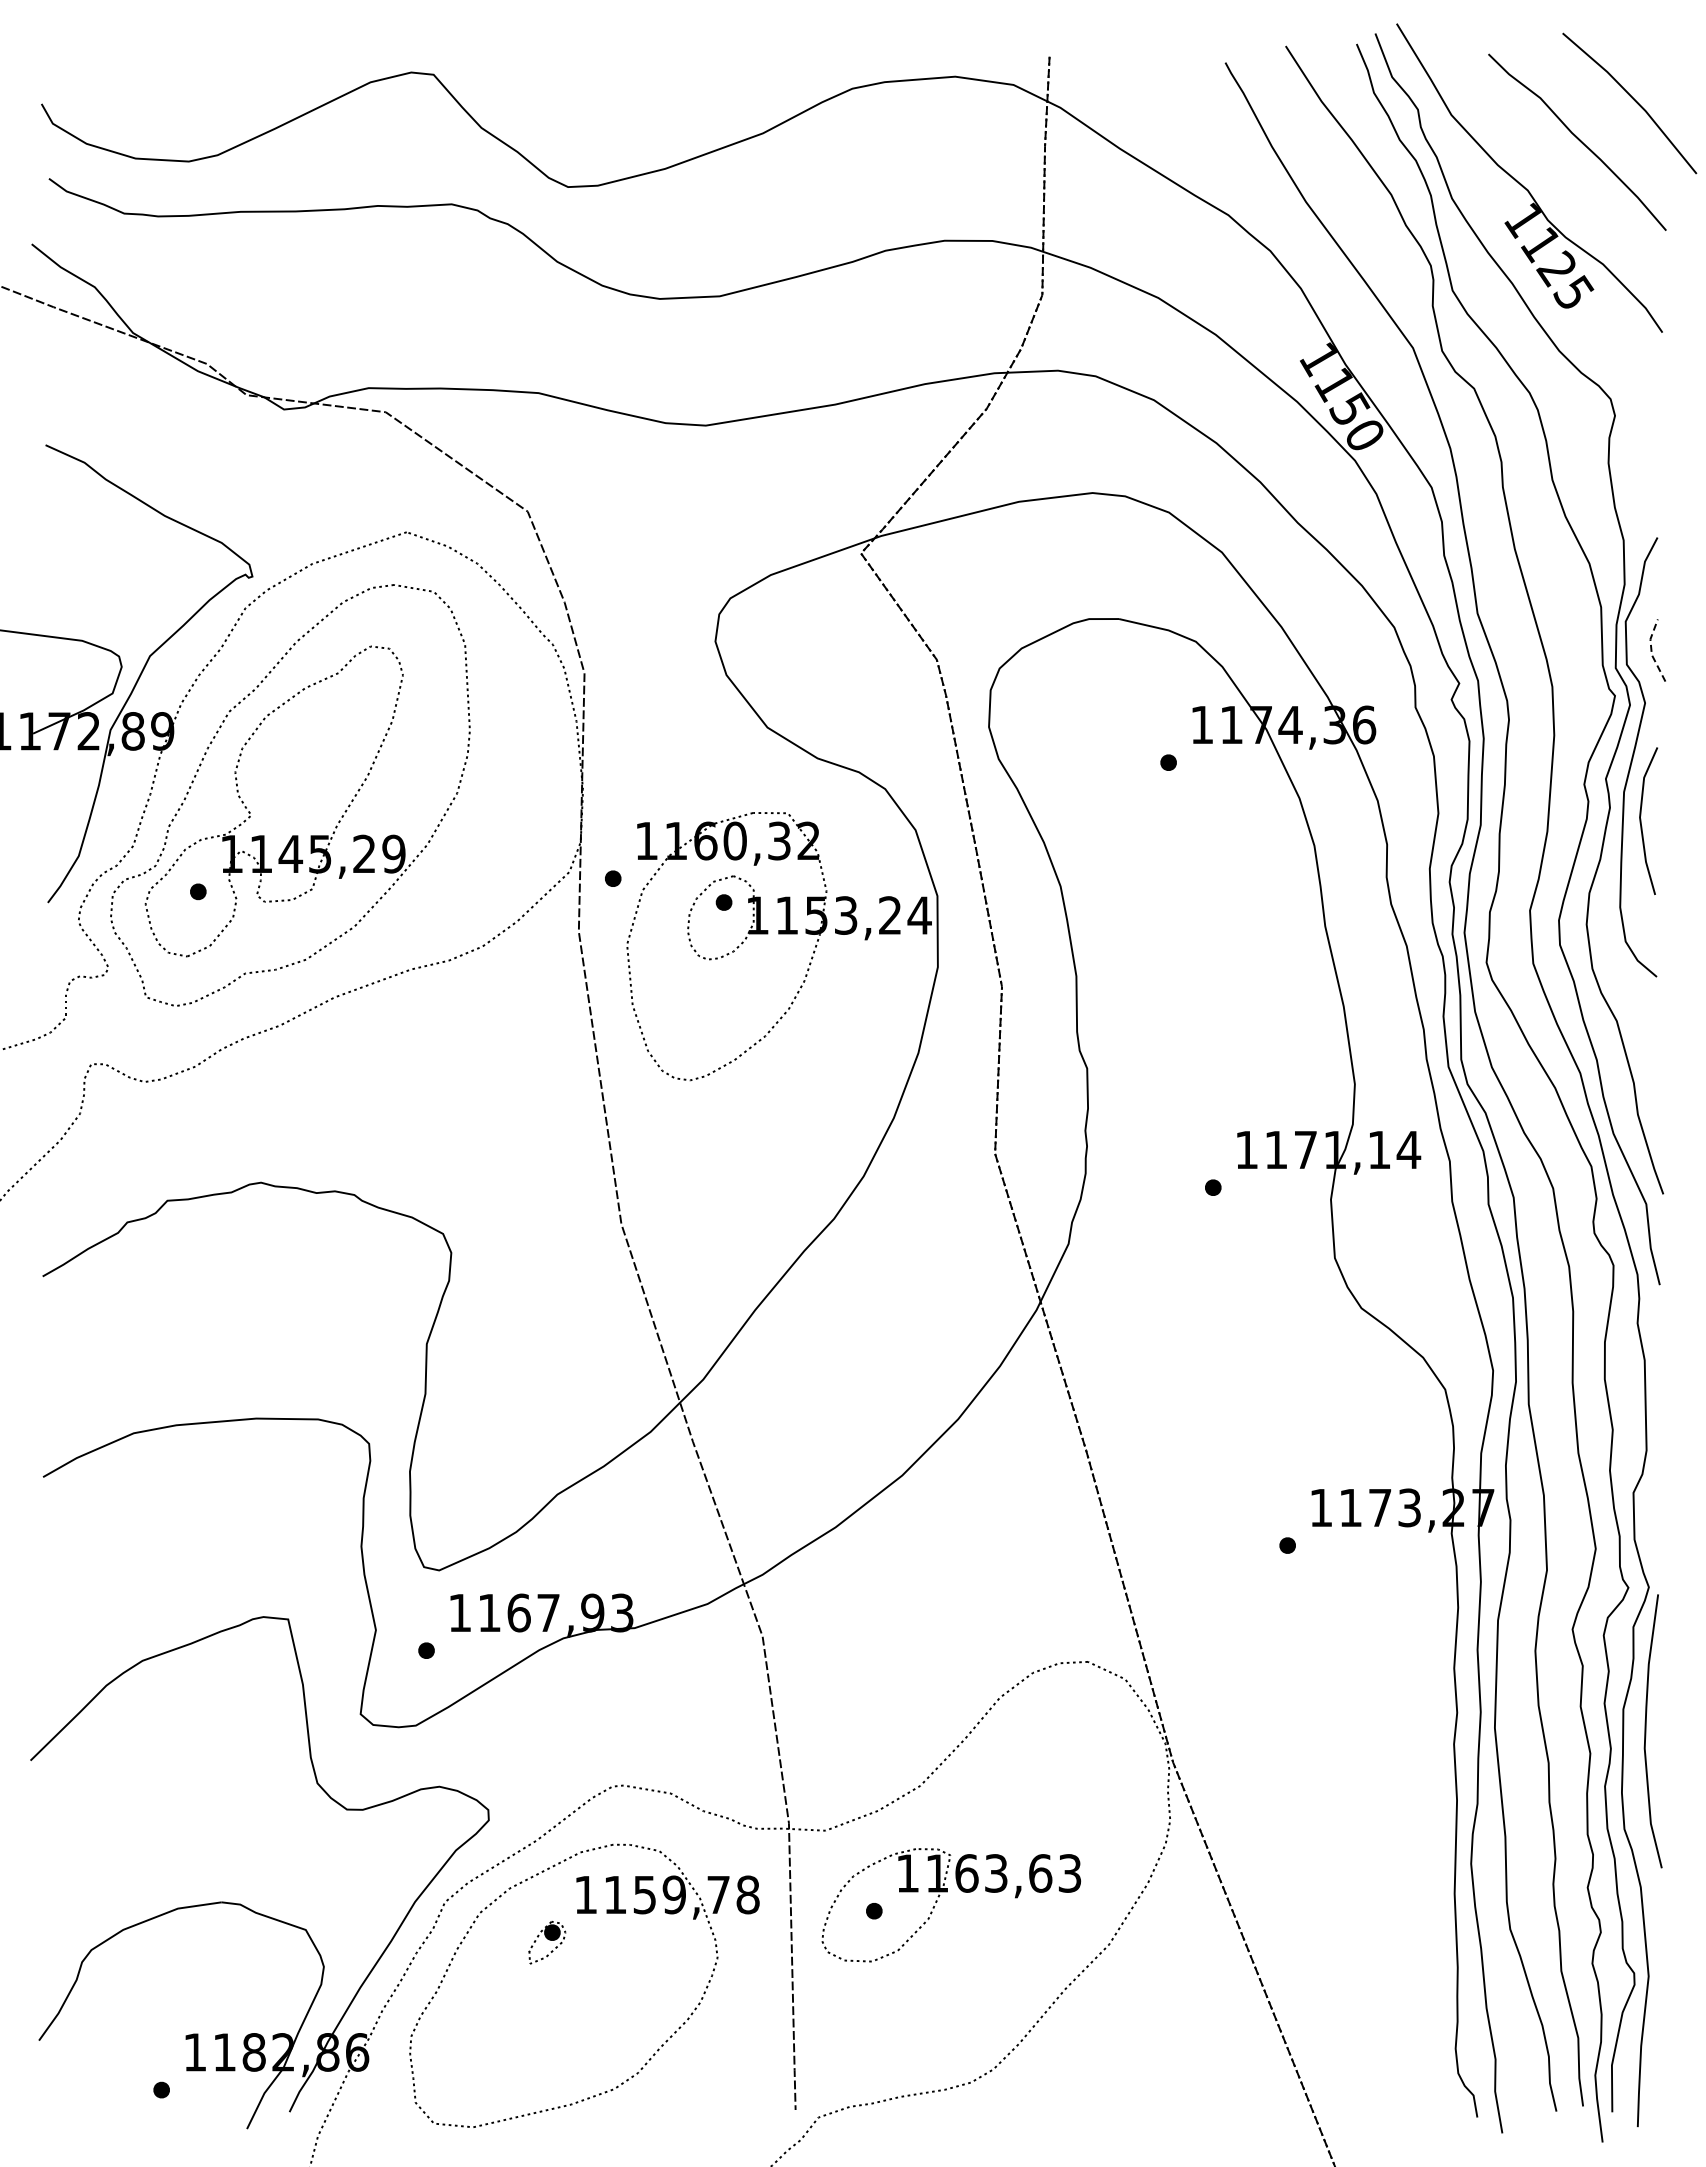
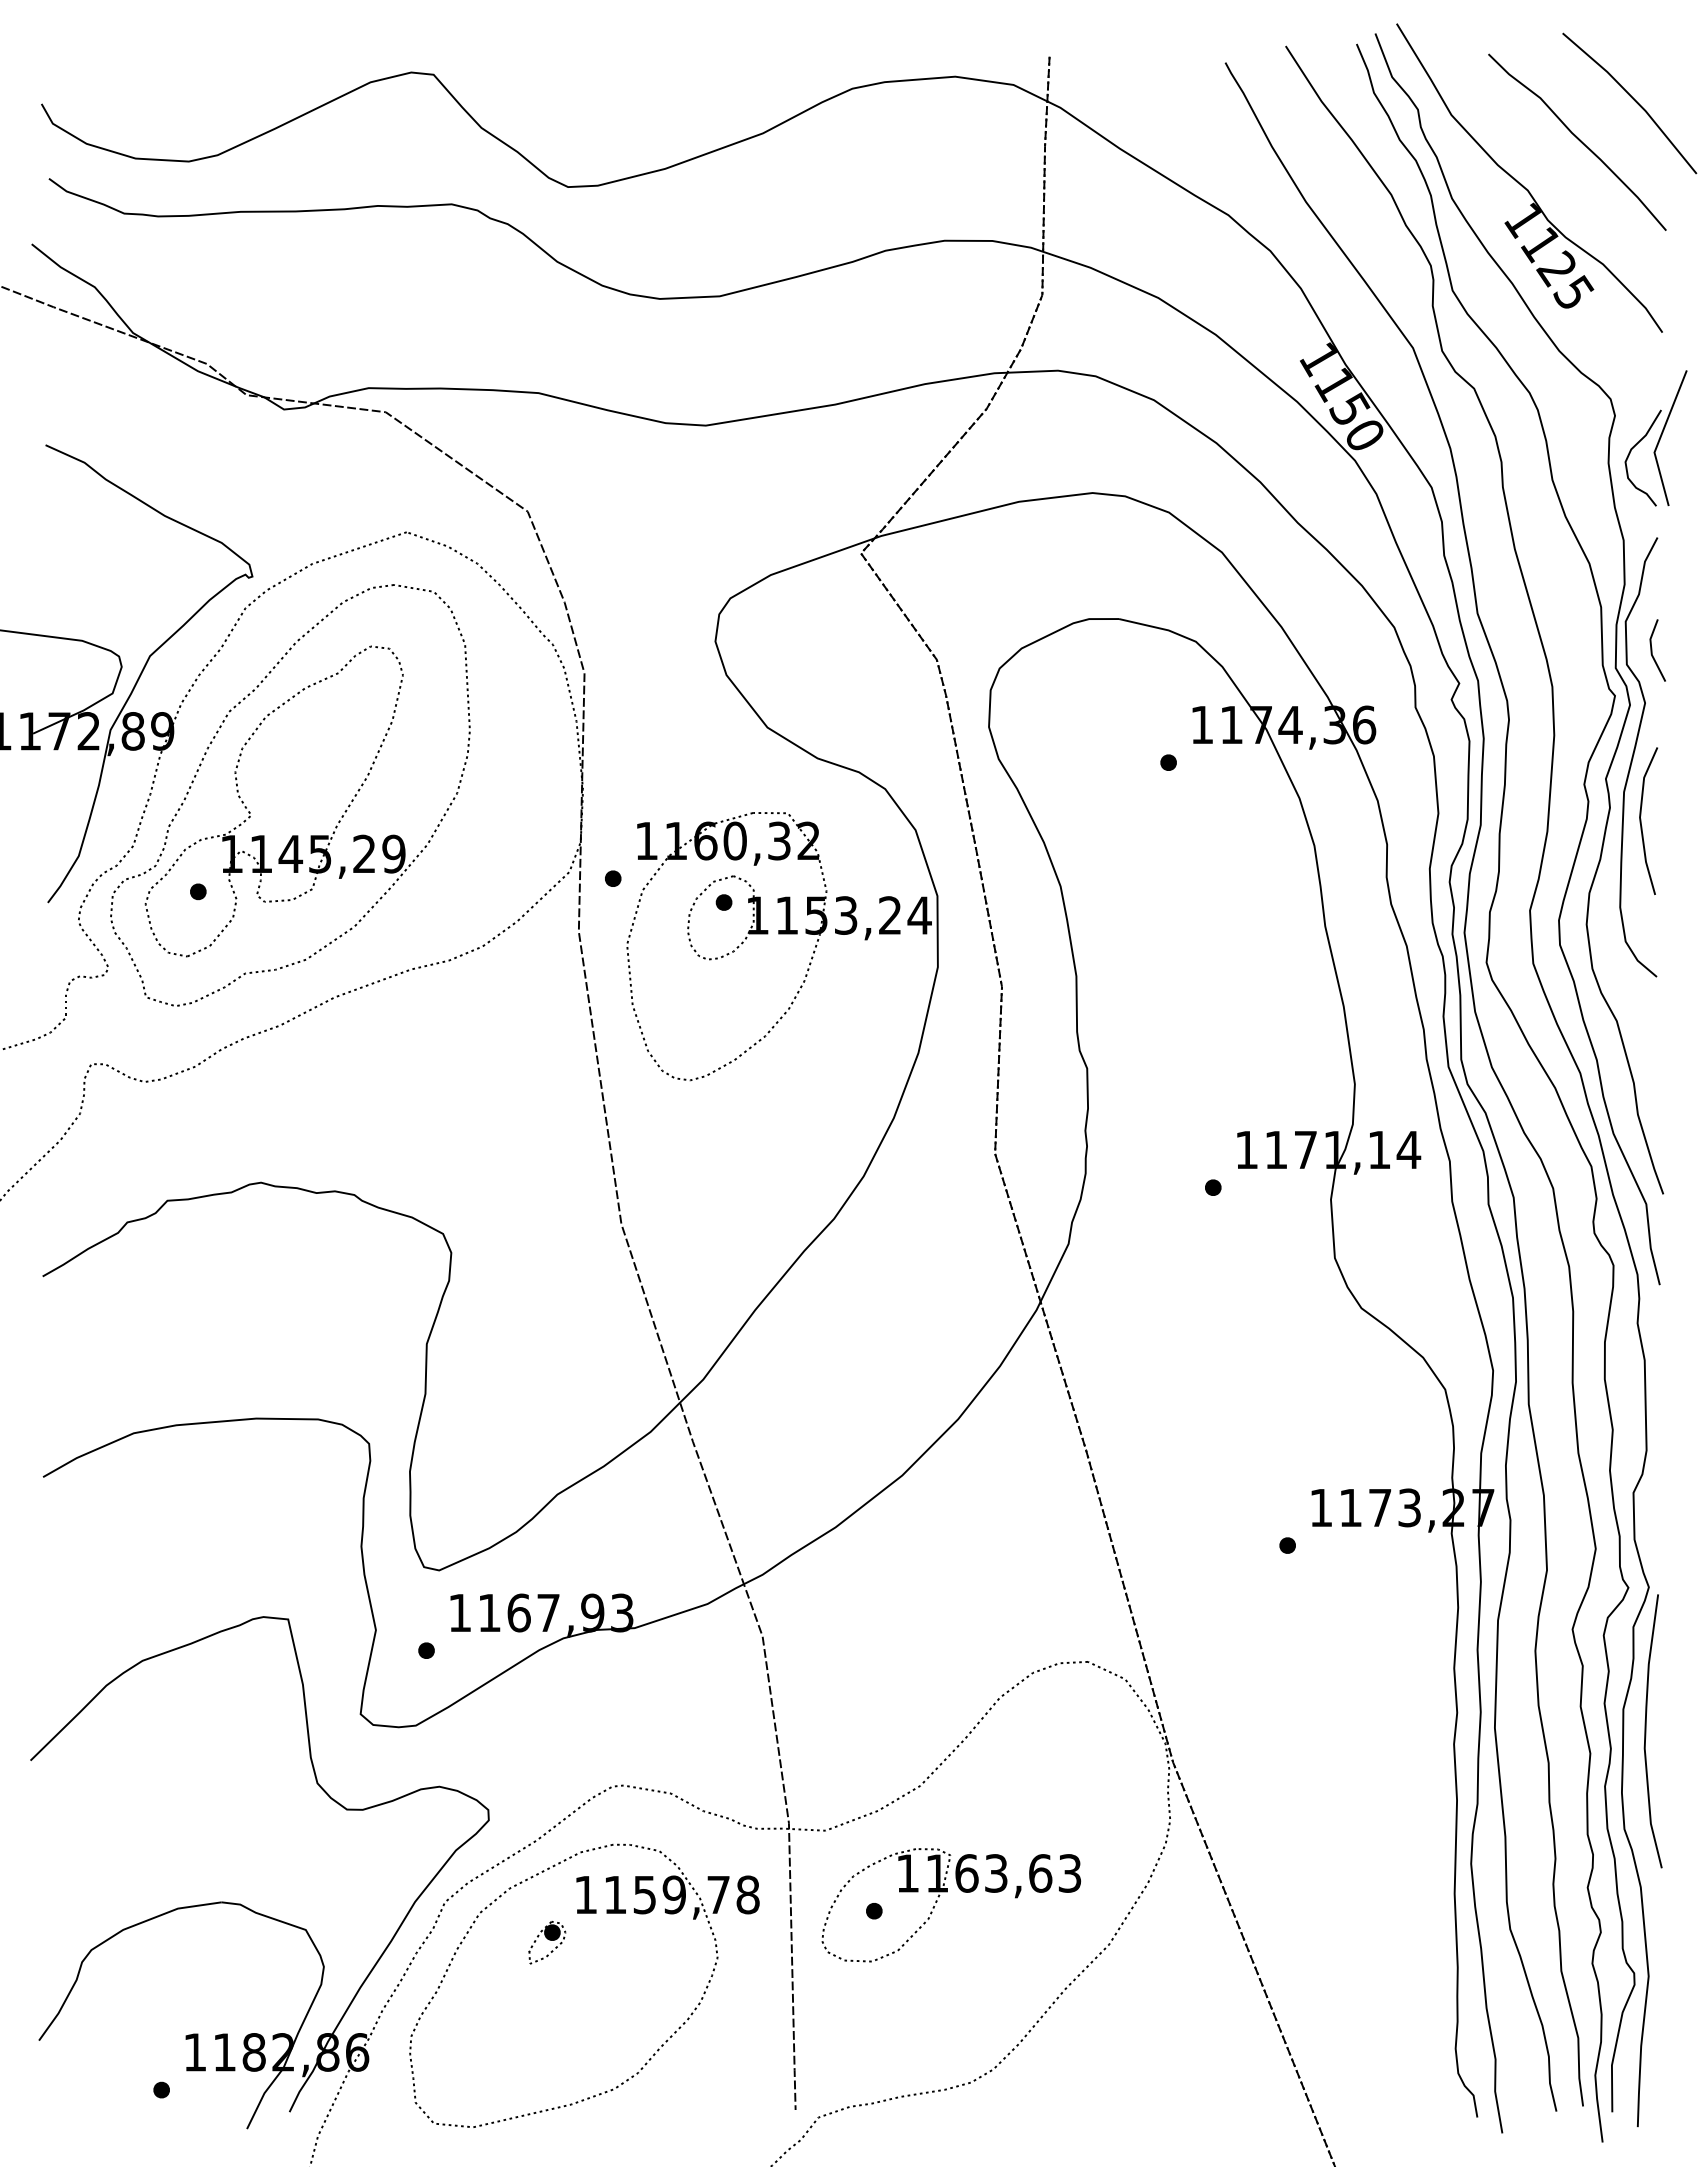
part at (1655, 438): none -> present
line at (1651, 651): dashed -> solid
